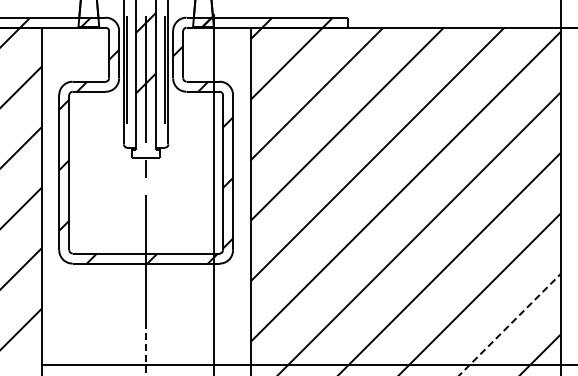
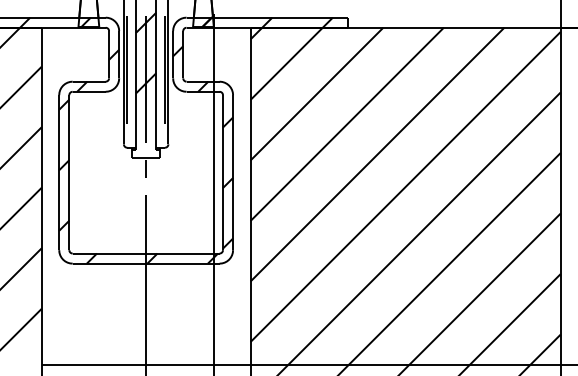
line at (509, 324): dashed -> solid
line at (146, 348): dashed -> solid
